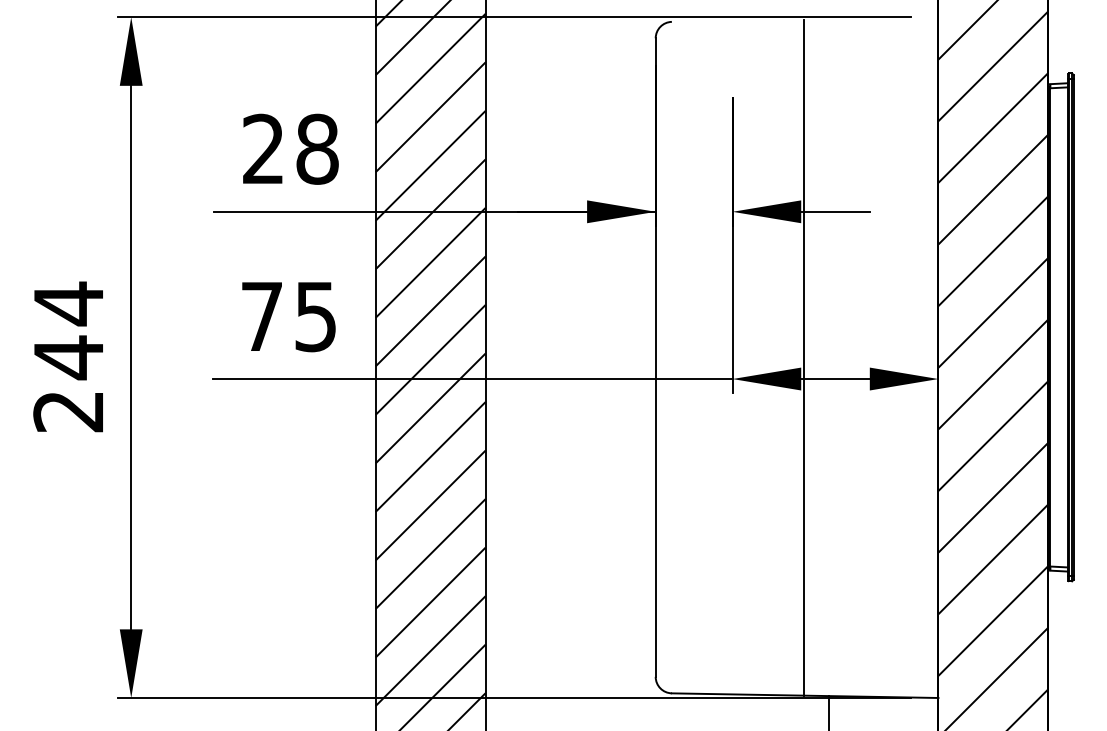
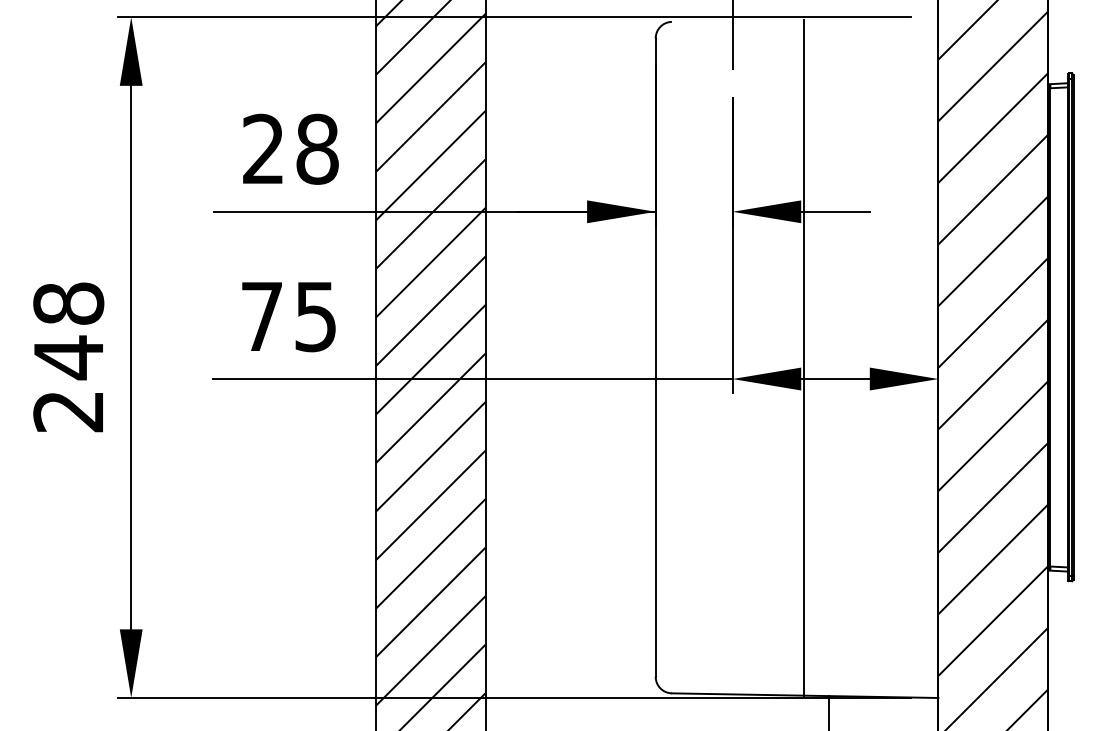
line at (732, 36): none -> present
text at (68, 303): 244 -> 248
